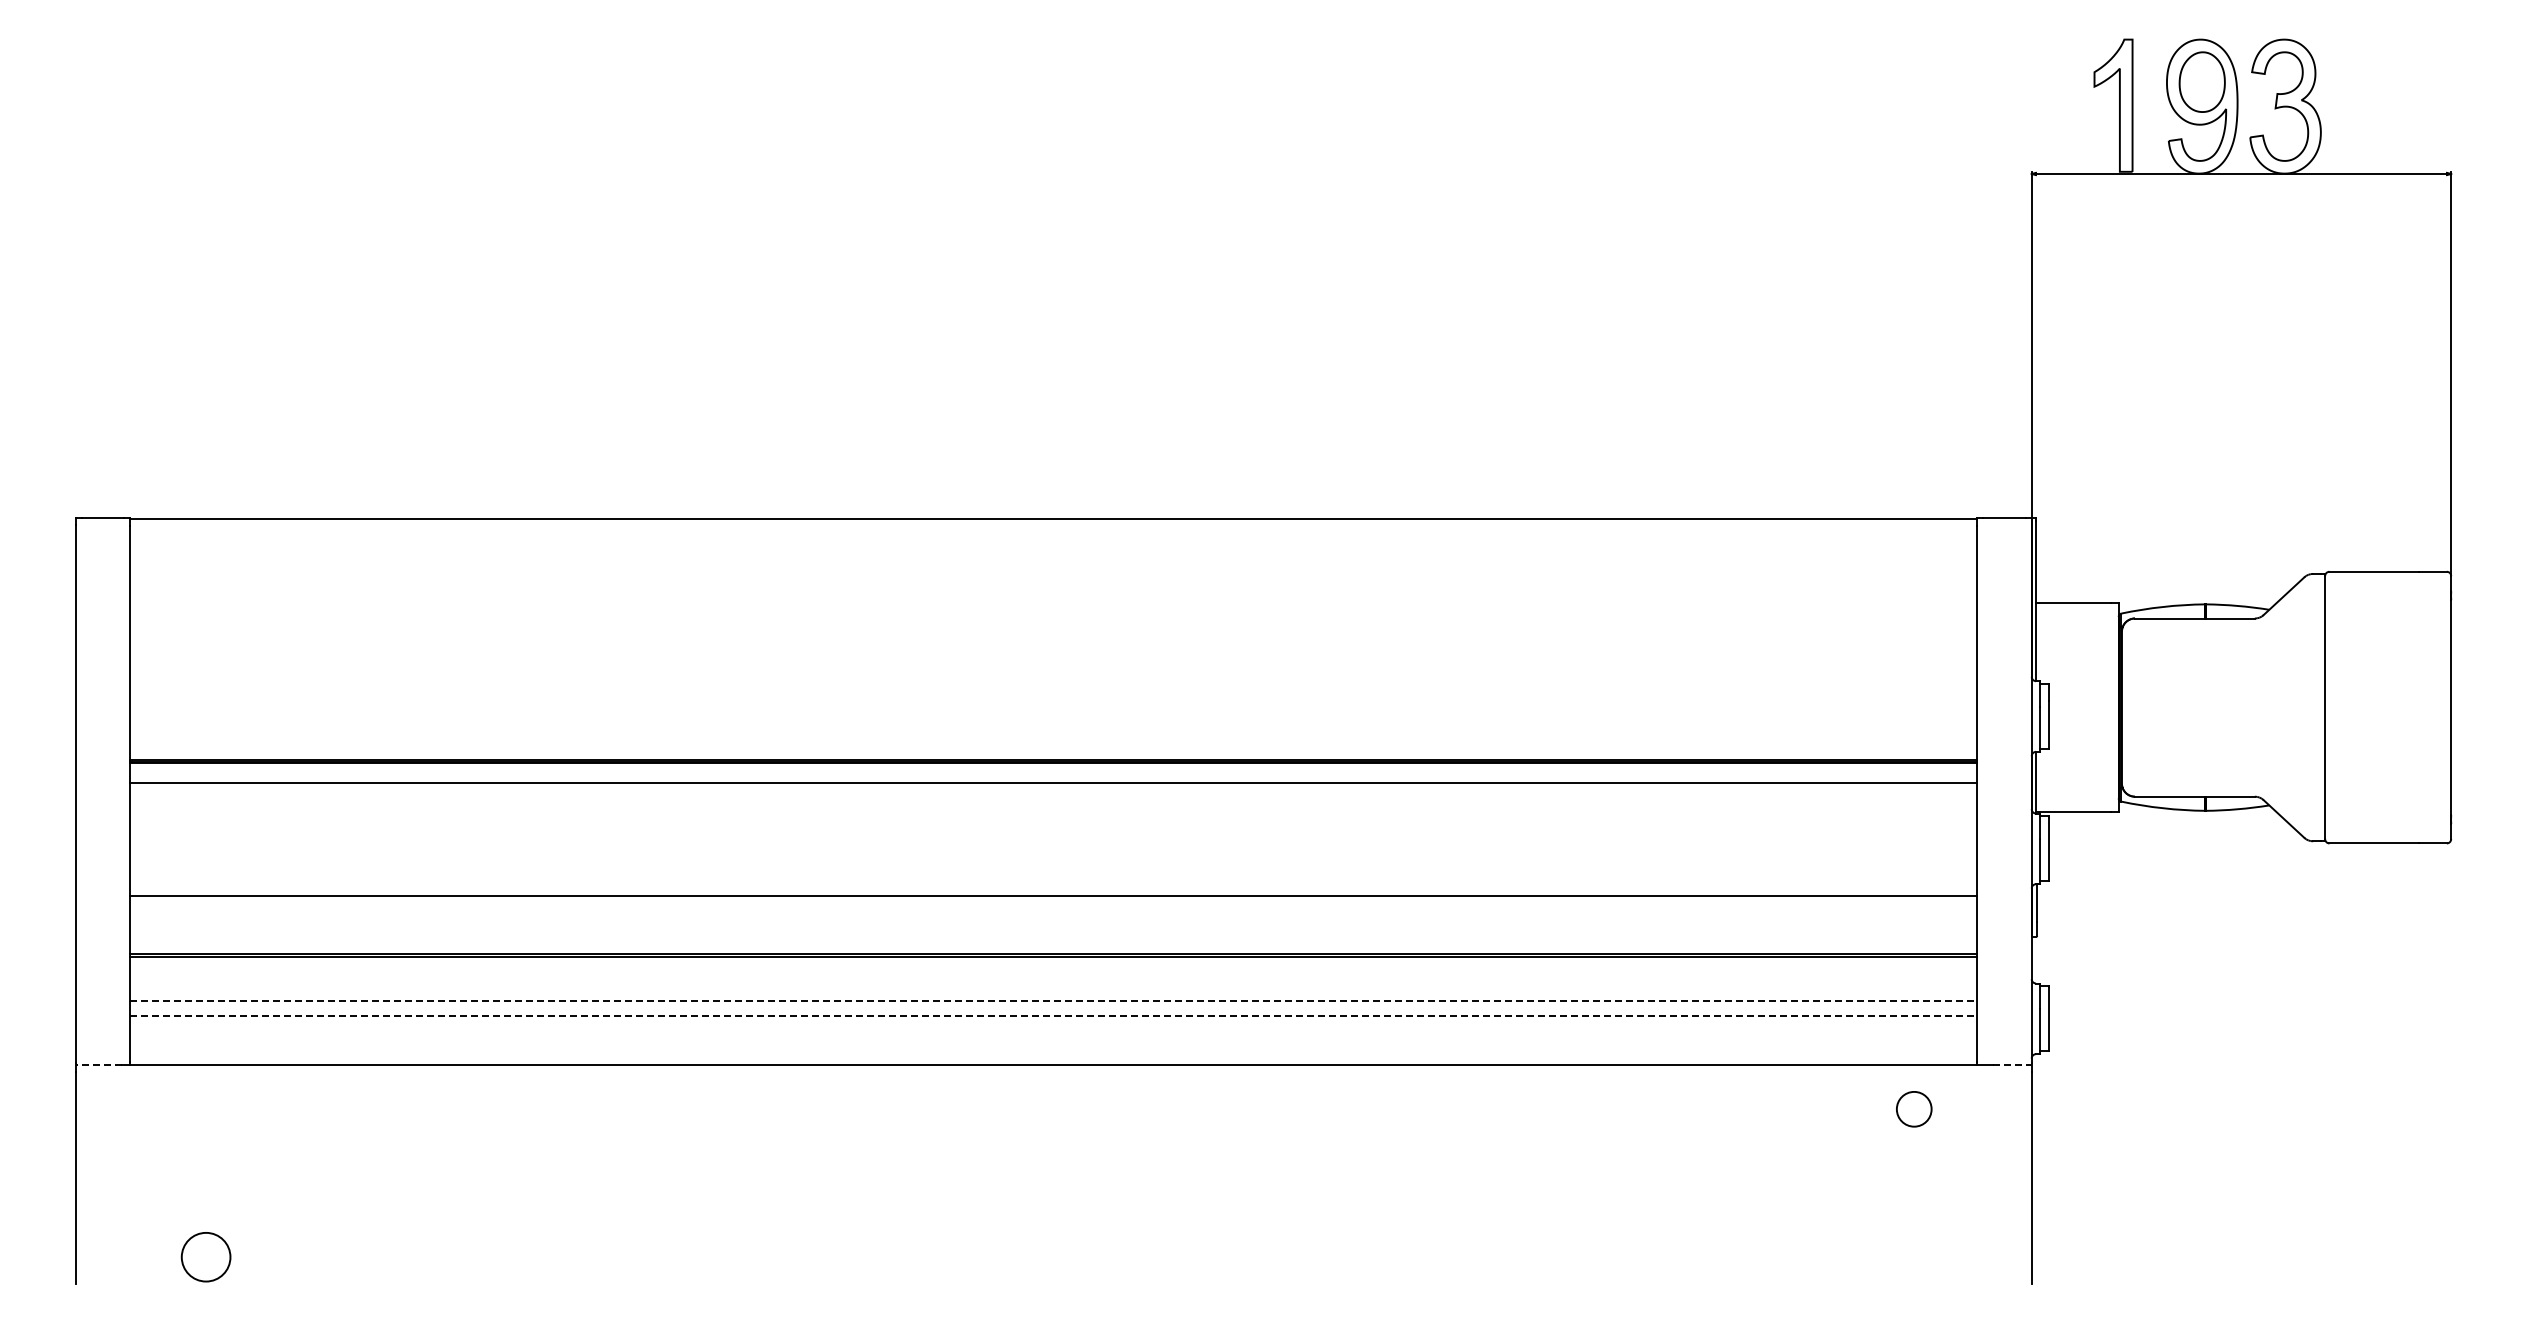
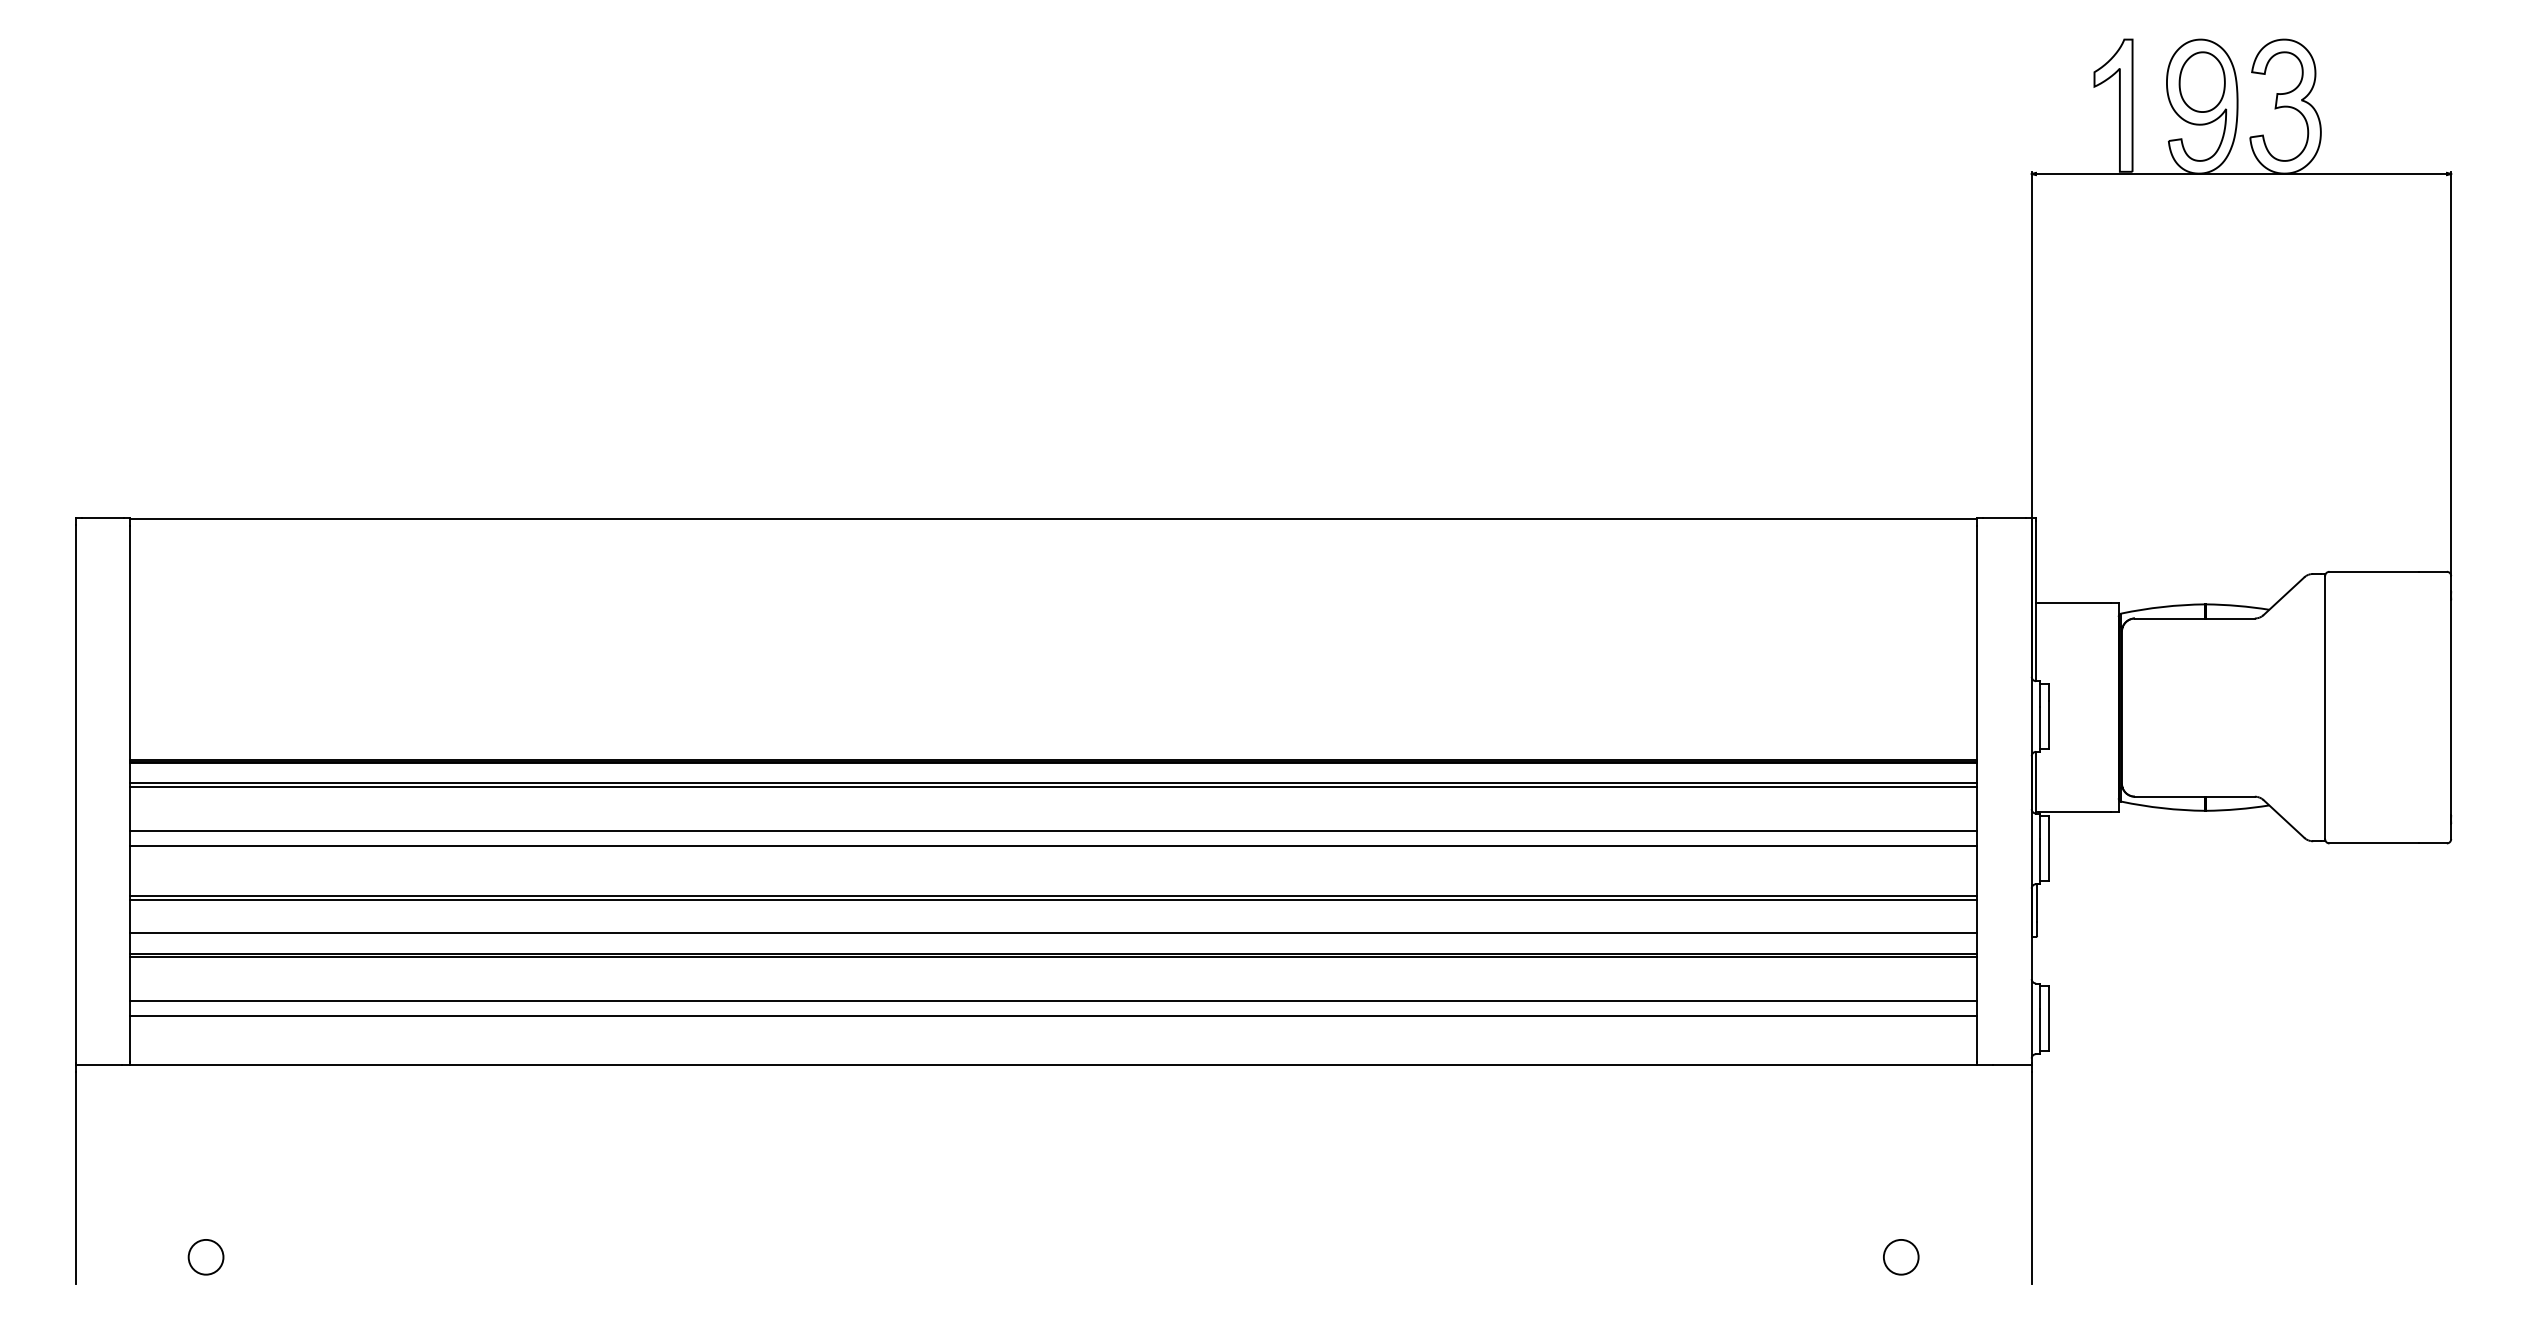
line at (1053, 787): none -> present
line at (1053, 831): none -> present
line at (1053, 846): none -> present
line at (1053, 899): none -> present
line at (1053, 933): none -> present
line at (1053, 1000): dashed -> solid
line at (1053, 1016): dashed -> solid
line at (98, 1064): dashed -> solid
line at (2012, 1064): dashed -> solid
circle at (1914, 1109) position: (1914, 1109) -> (1901, 1257)
circle at (205, 1257) size: 52x51 px -> 38x37 px
